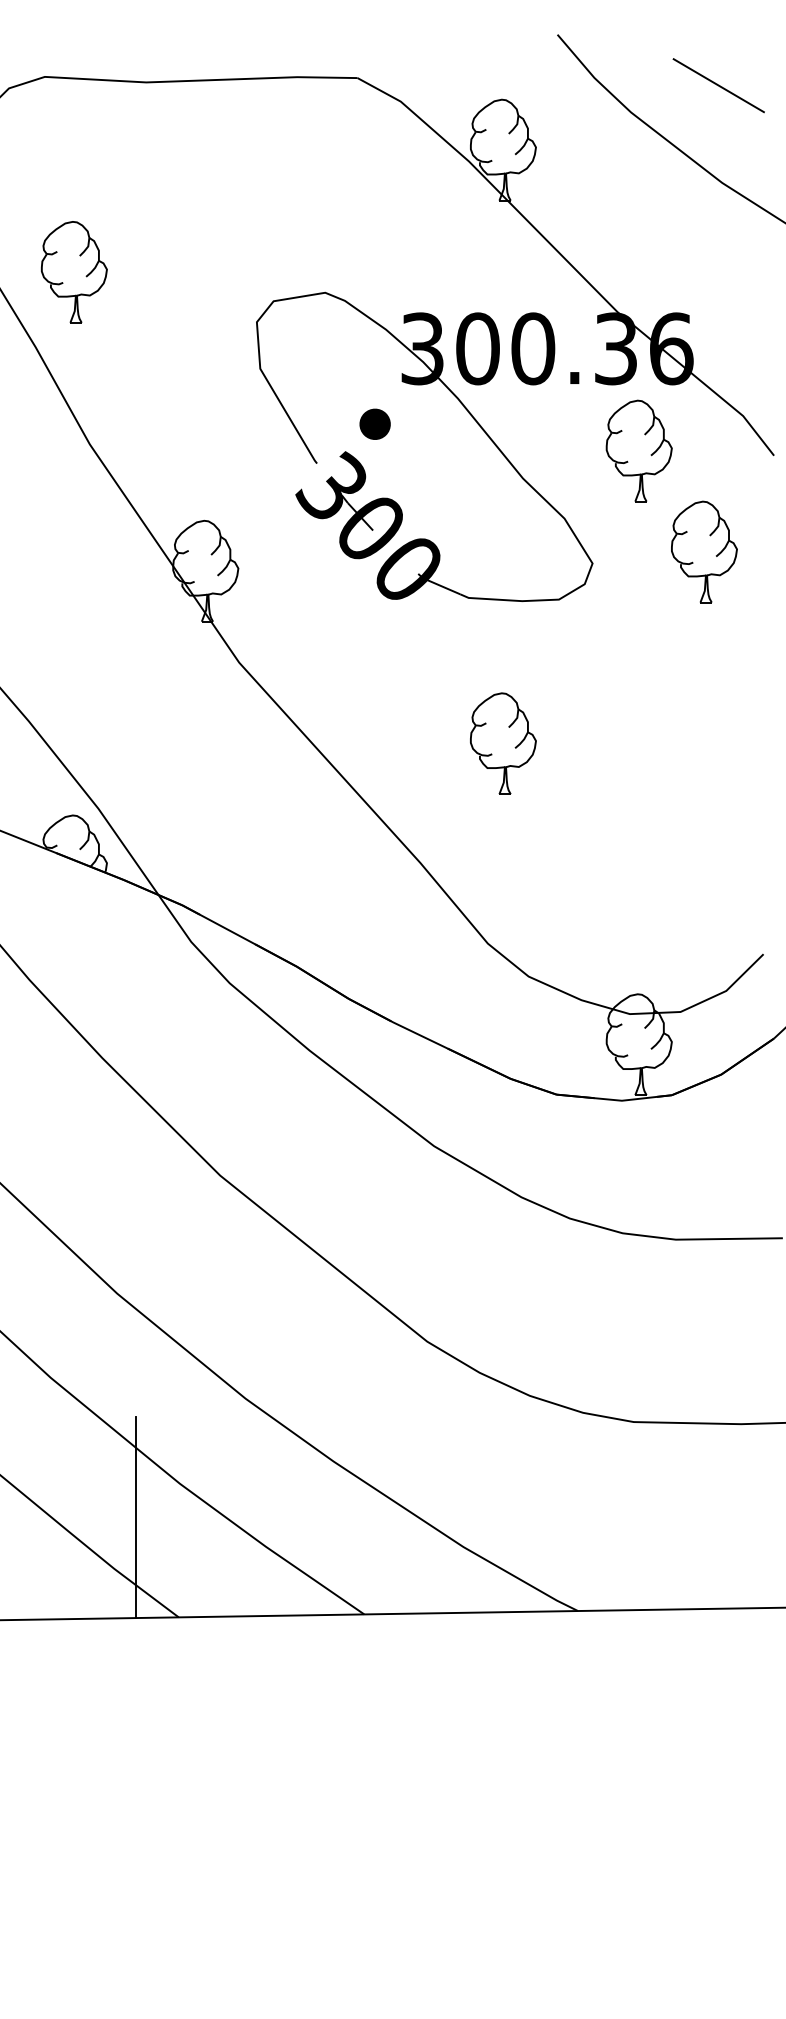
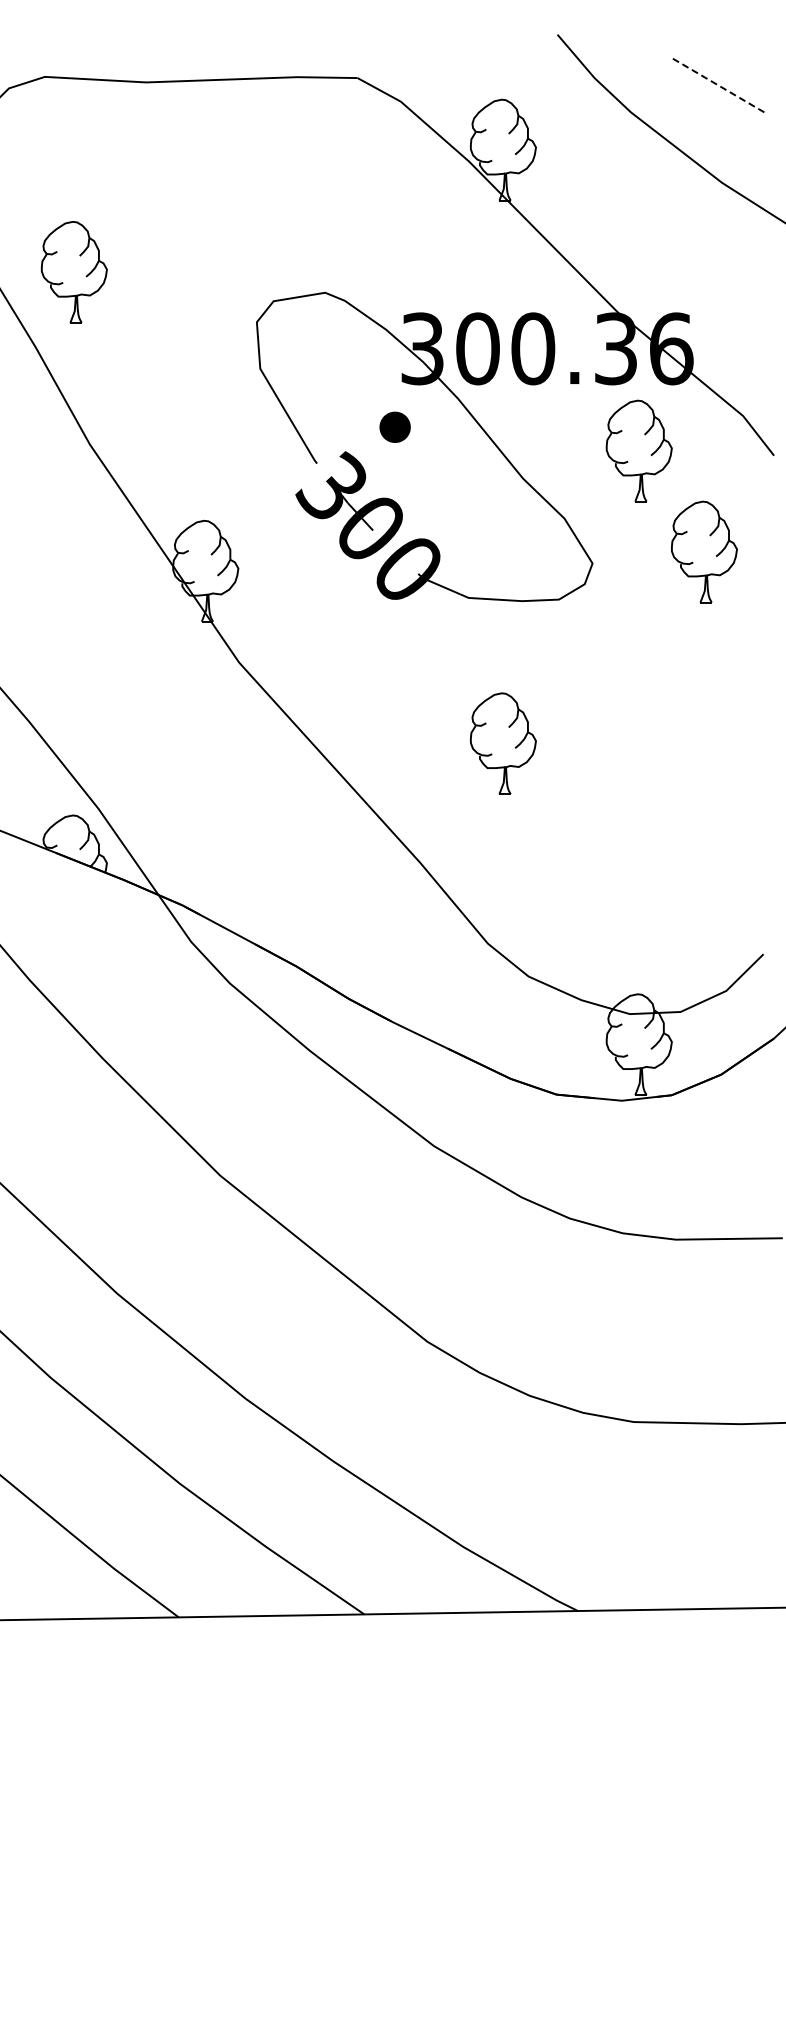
line at (719, 85): solid -> dashed
part at (374, 423) position: (374, 423) -> (394, 426)
line at (136, 1517): present -> none
